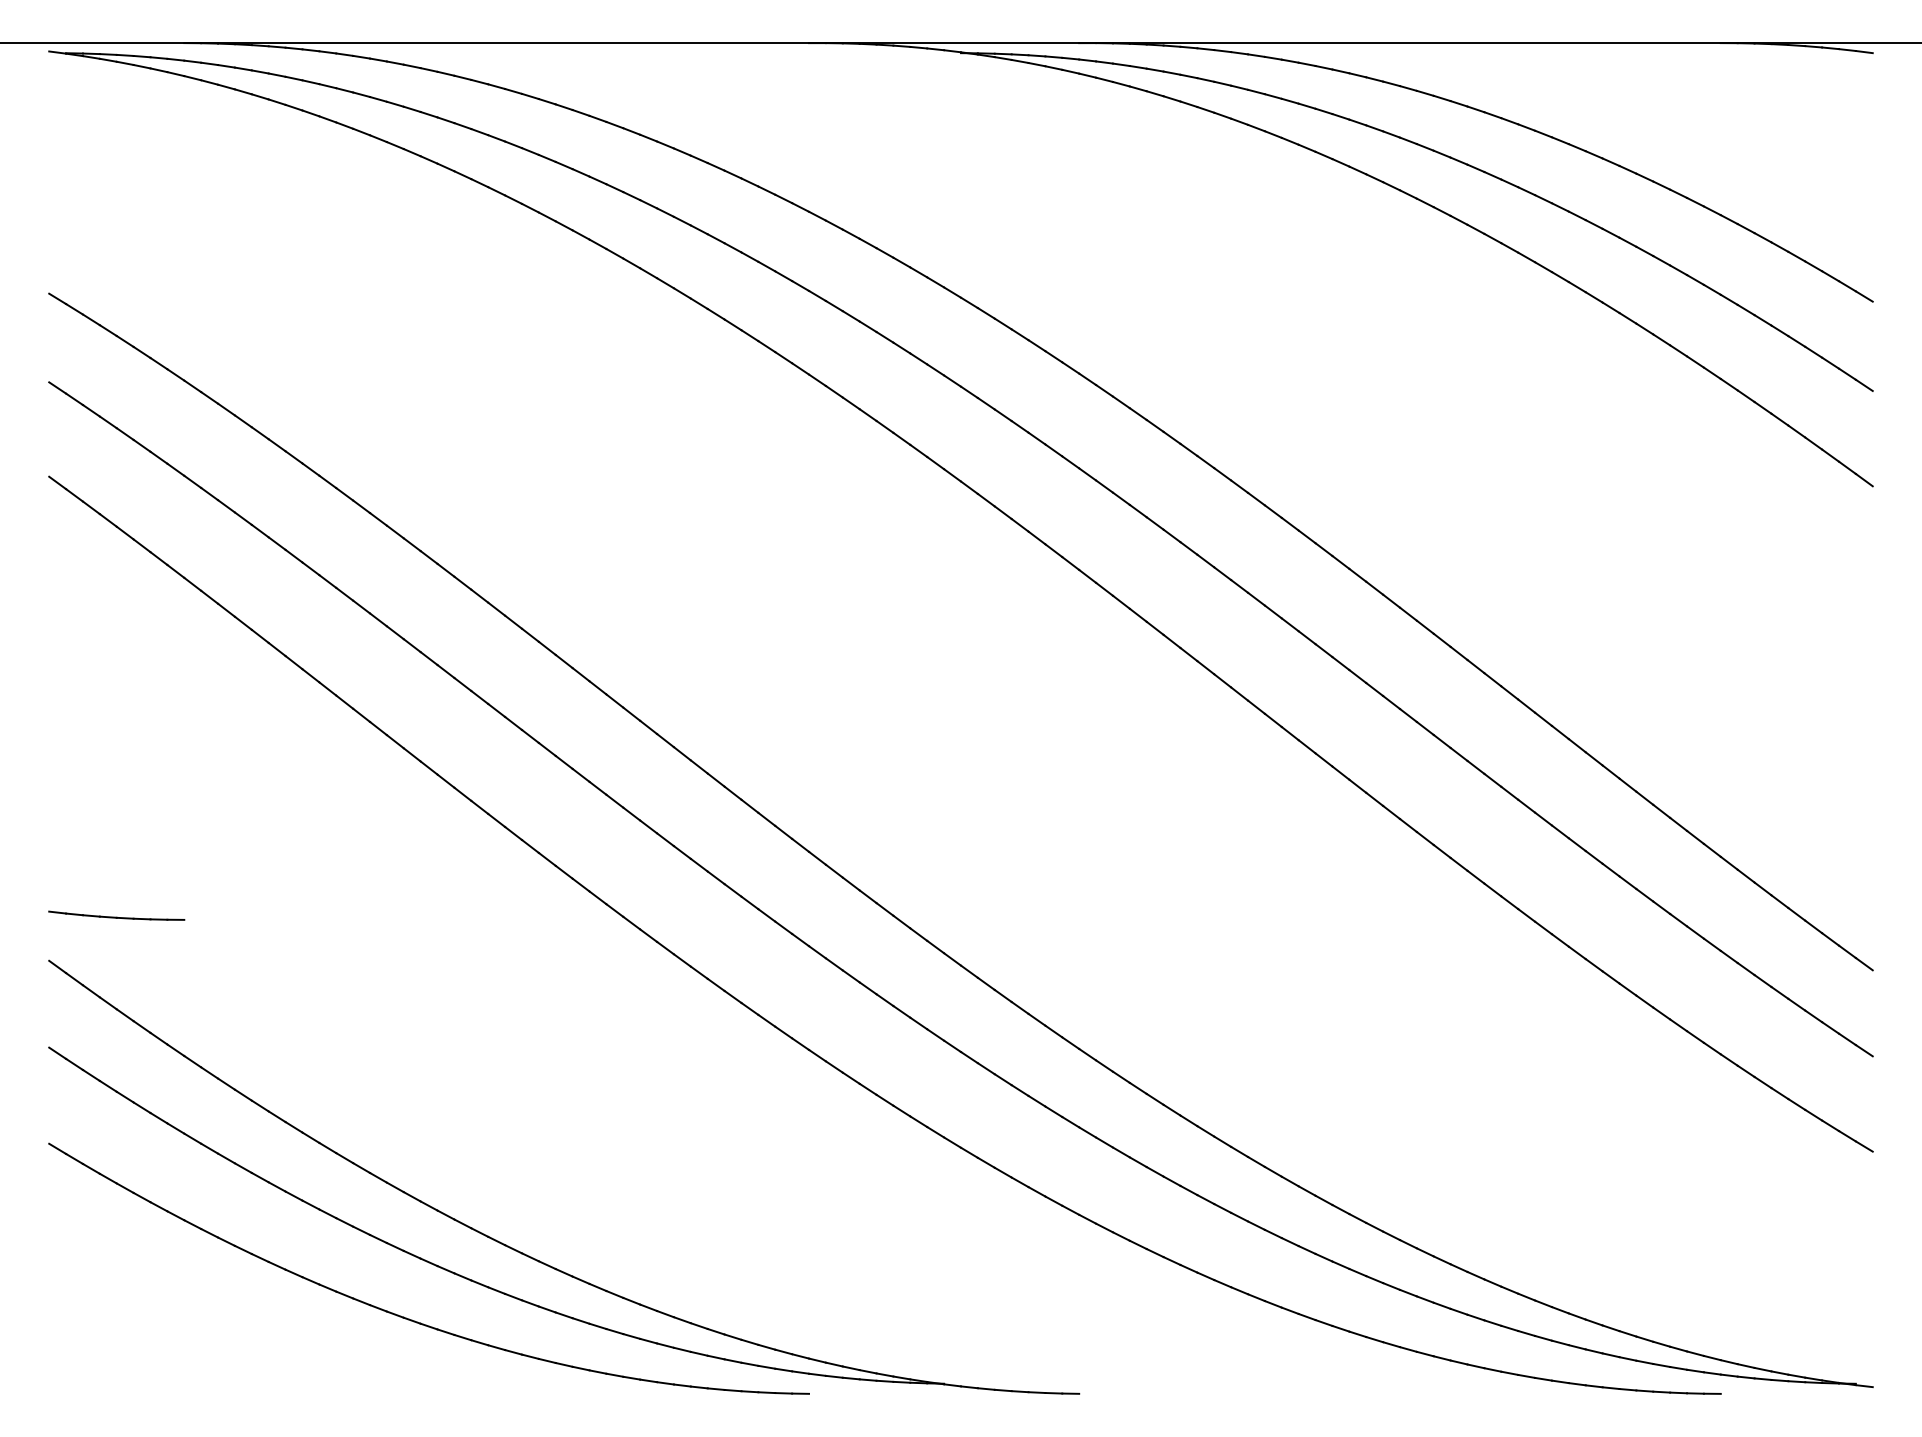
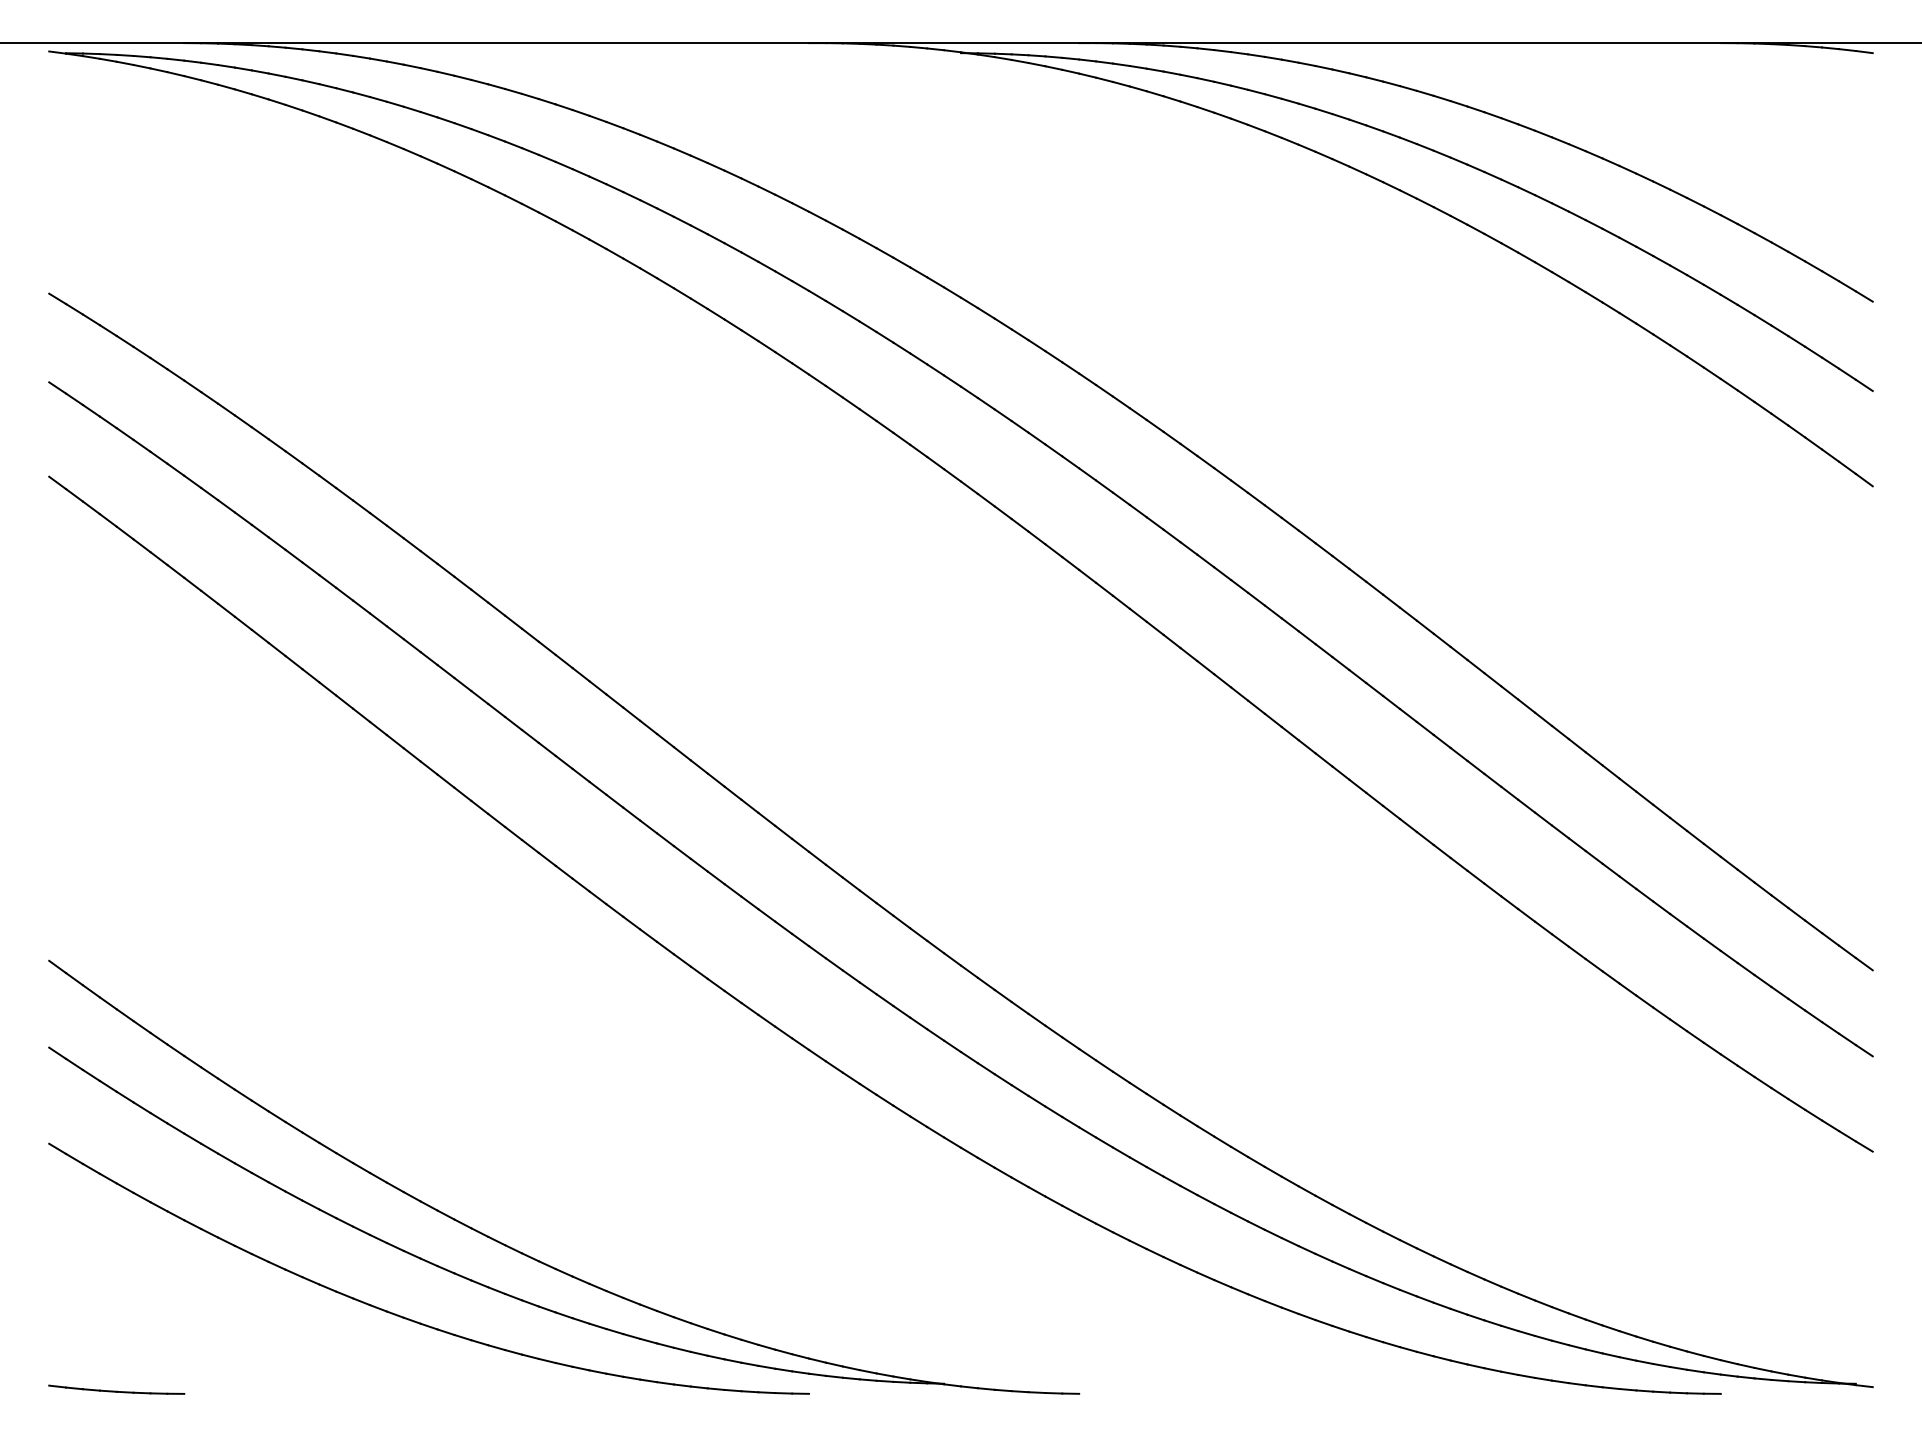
part at (116, 915) position: (116, 915) -> (116, 1389)
